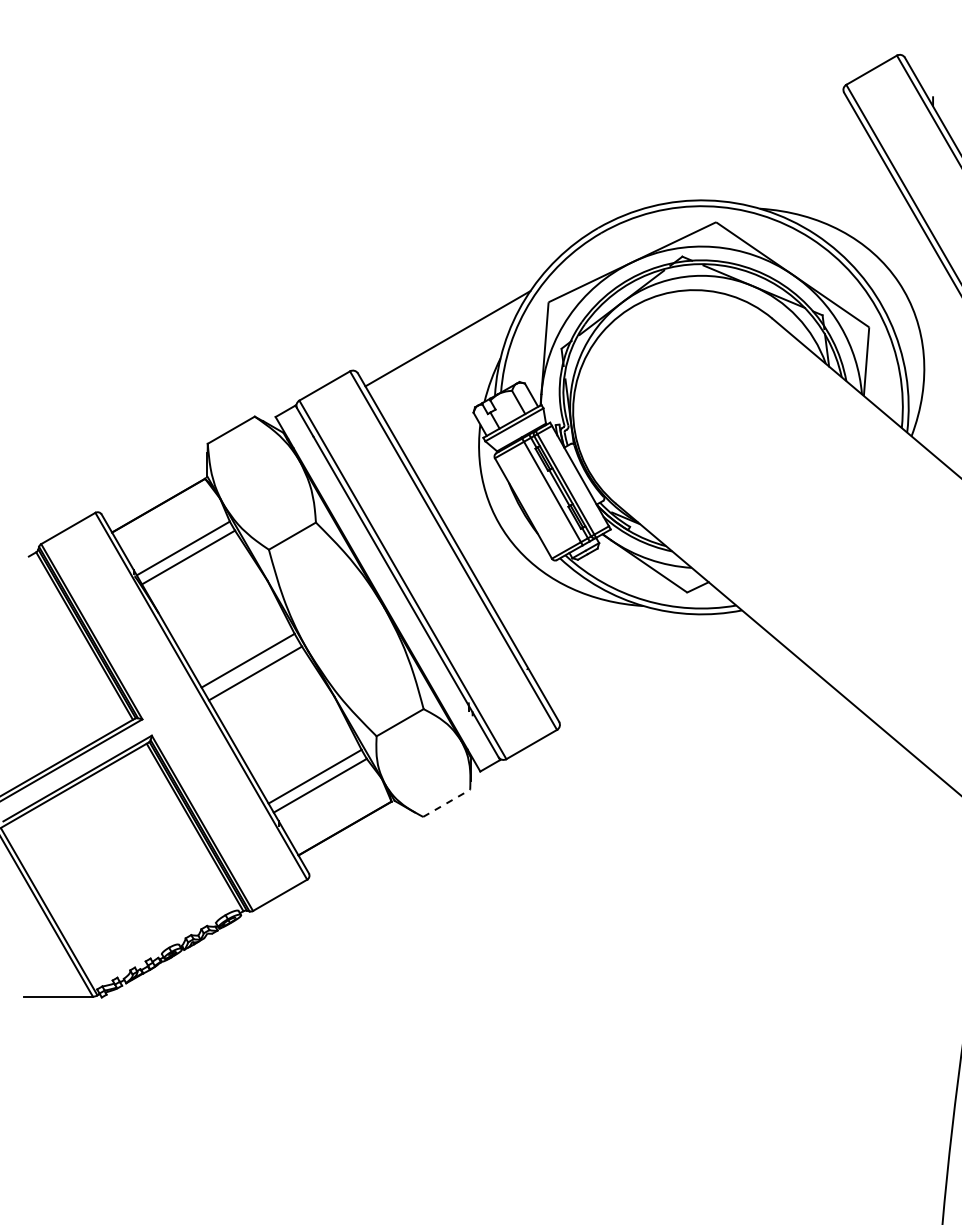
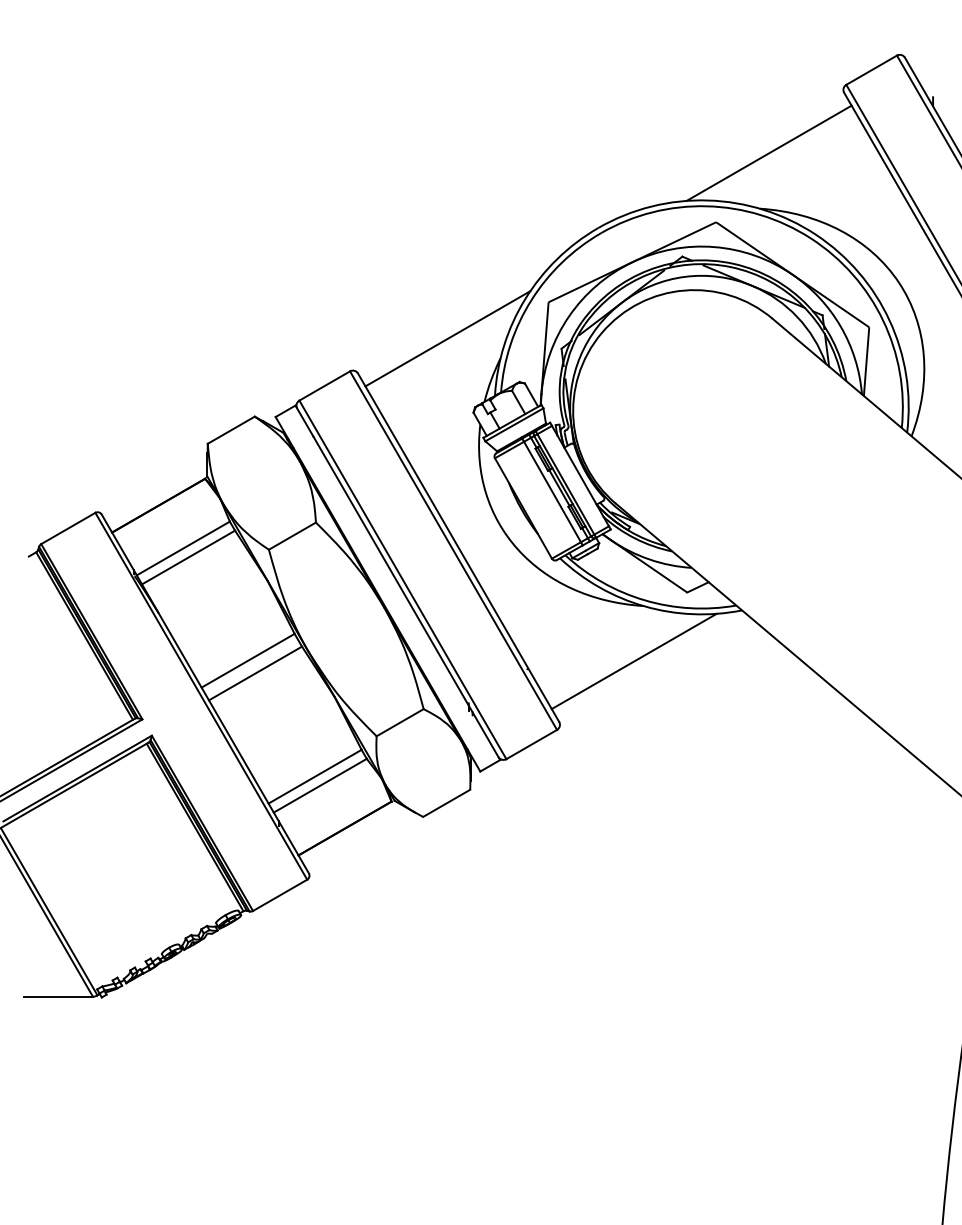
line at (768, 152): none -> present
line at (633, 661): none -> present
line at (447, 803): dashed -> solid
